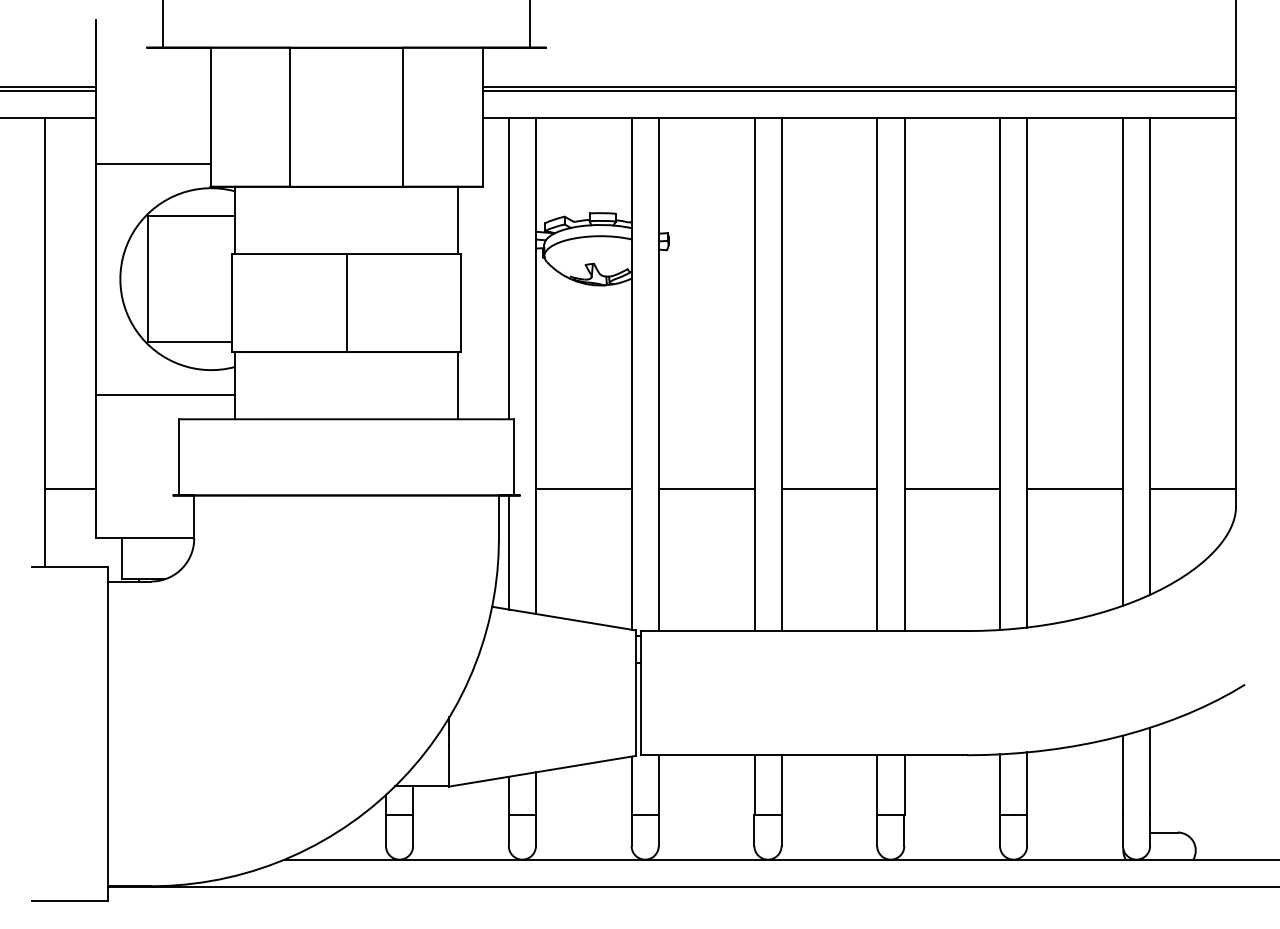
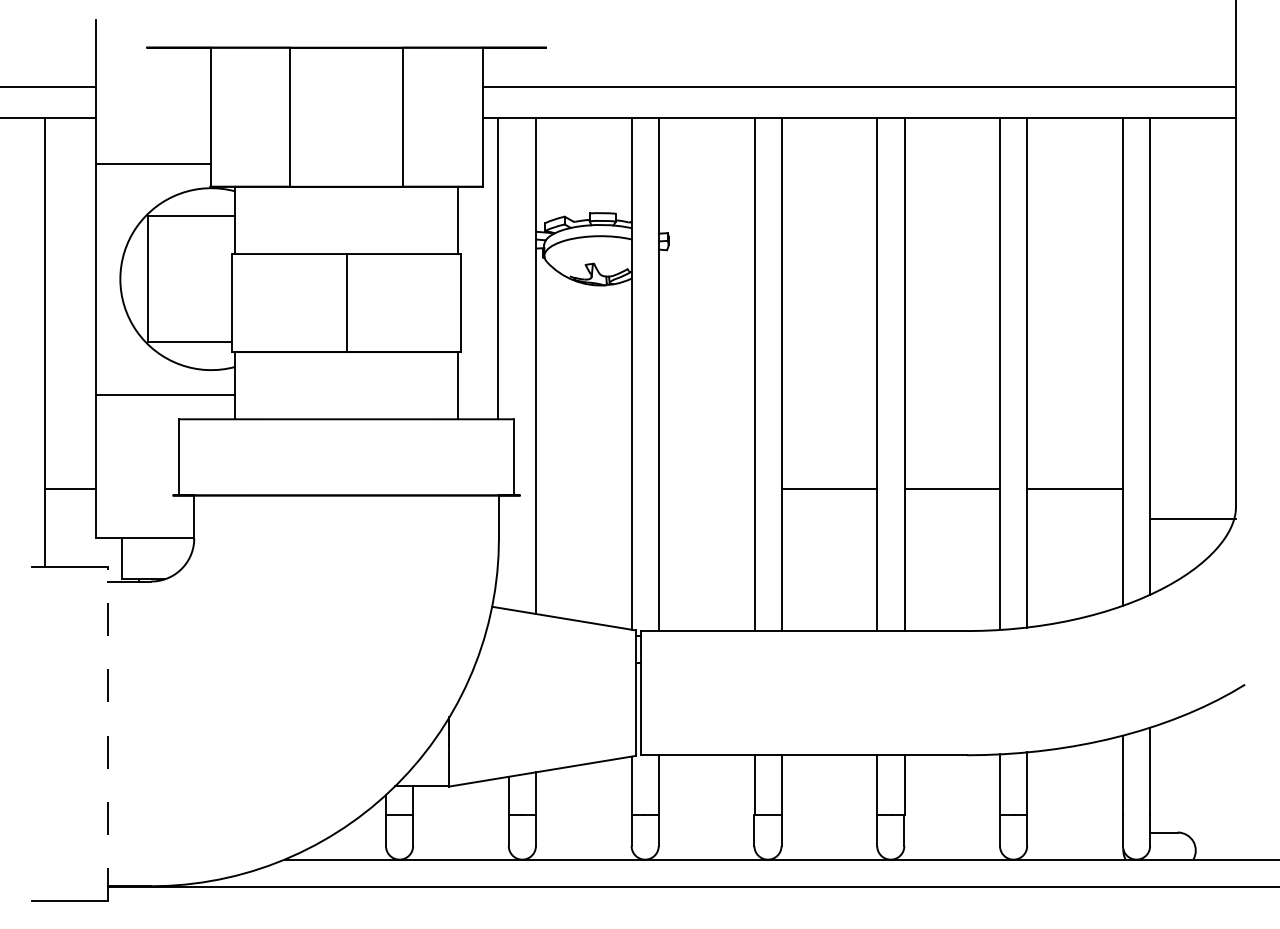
line at (163, 24): present -> none
line at (529, 24): present -> none
line at (49, 90): present -> none
line at (859, 90): present -> none
line at (508, 268) position: (508, 268) -> (497, 268)
line at (583, 489): present -> none
line at (706, 489): present -> none
line at (1193, 489) position: (1193, 489) -> (1193, 519)
line at (508, 552): present -> none
line at (108, 733): solid -> dashed
